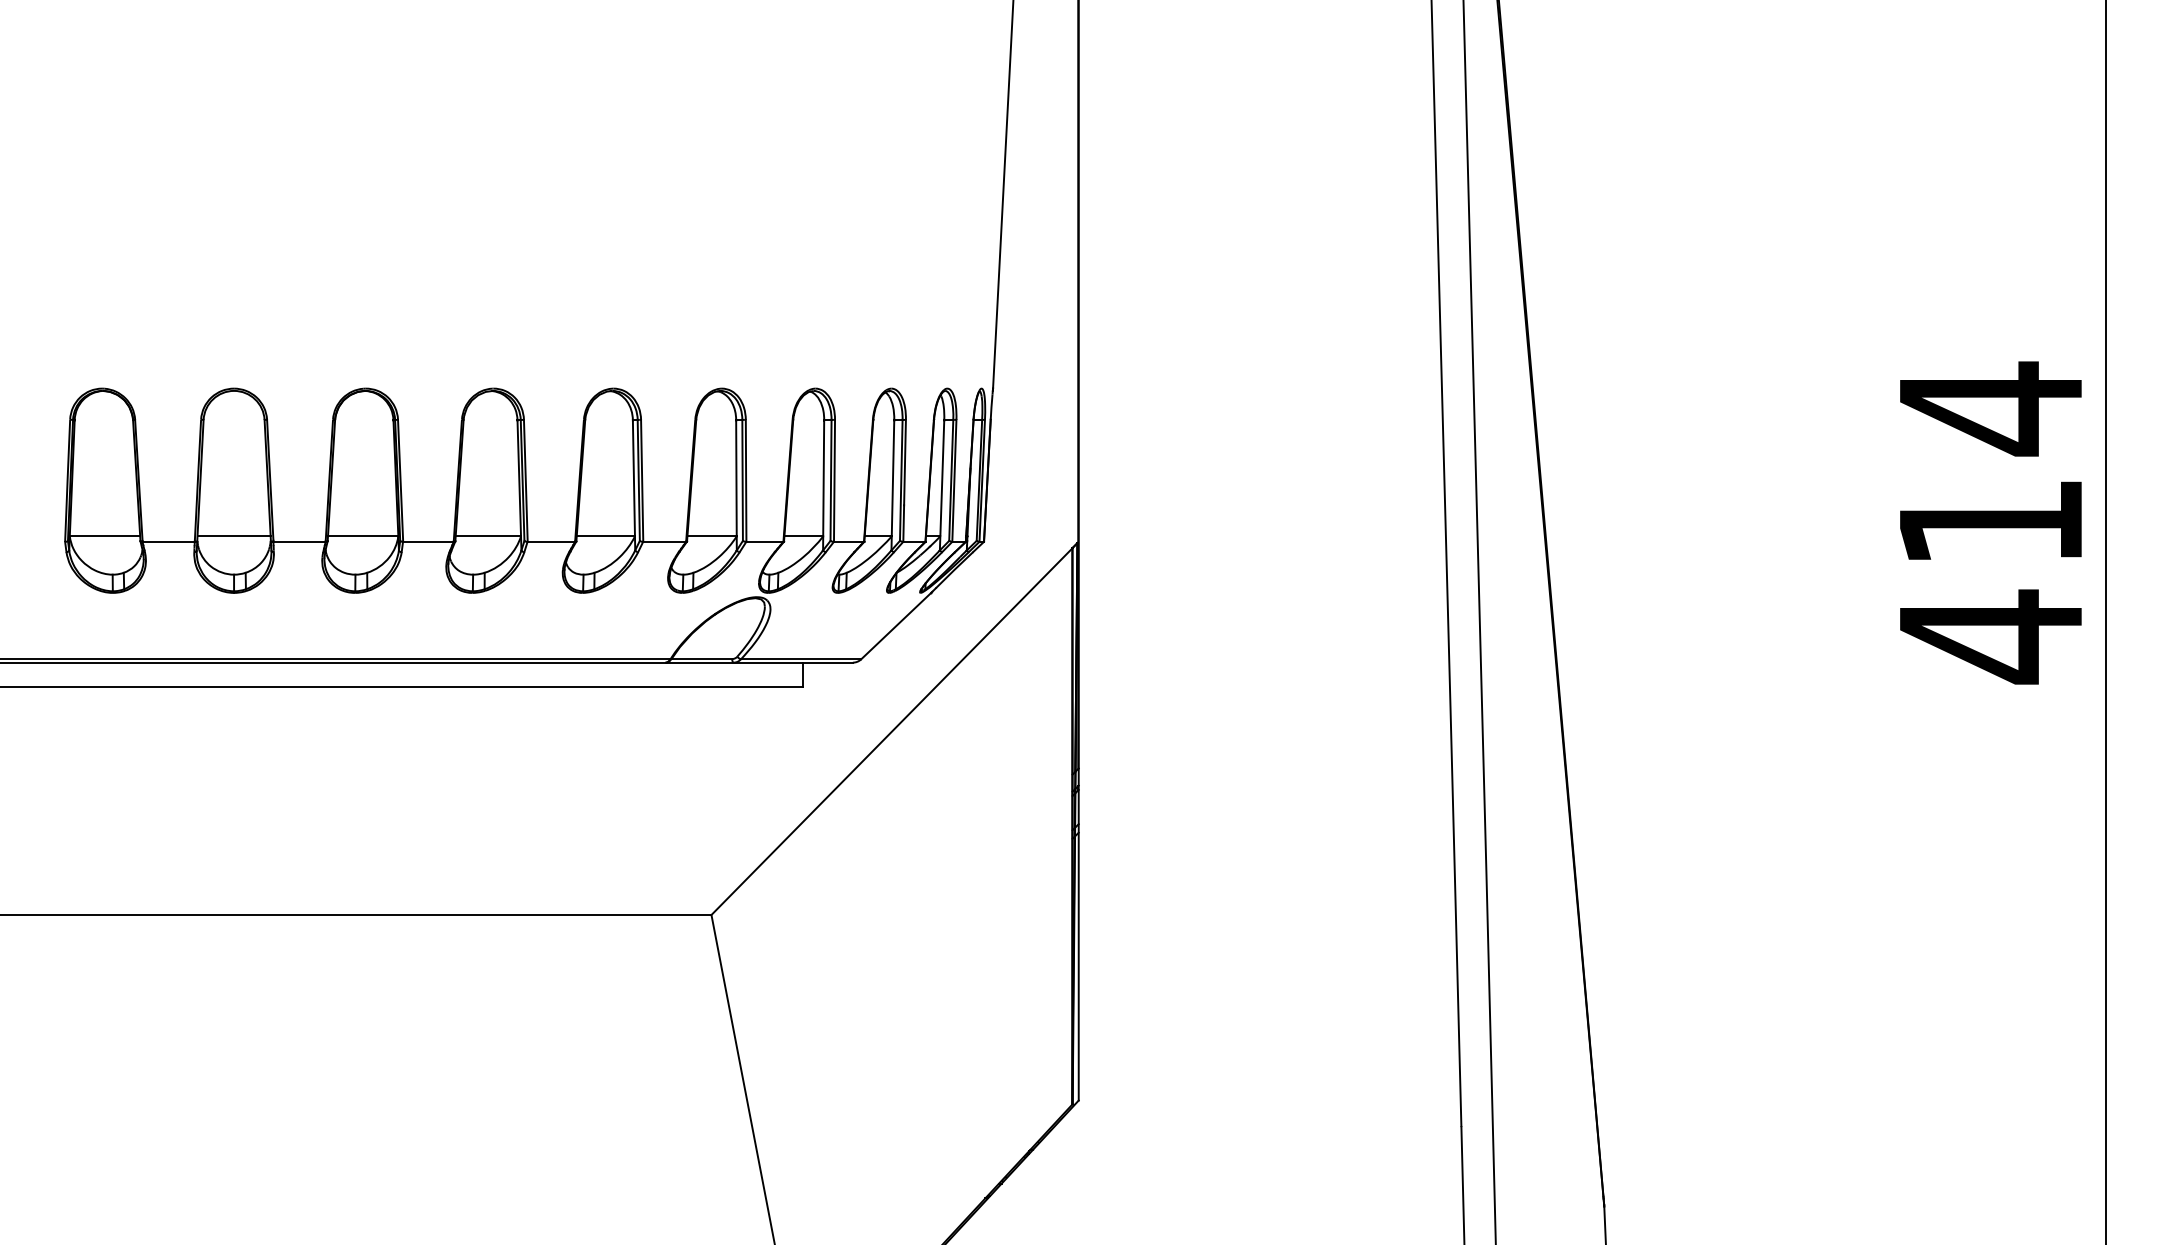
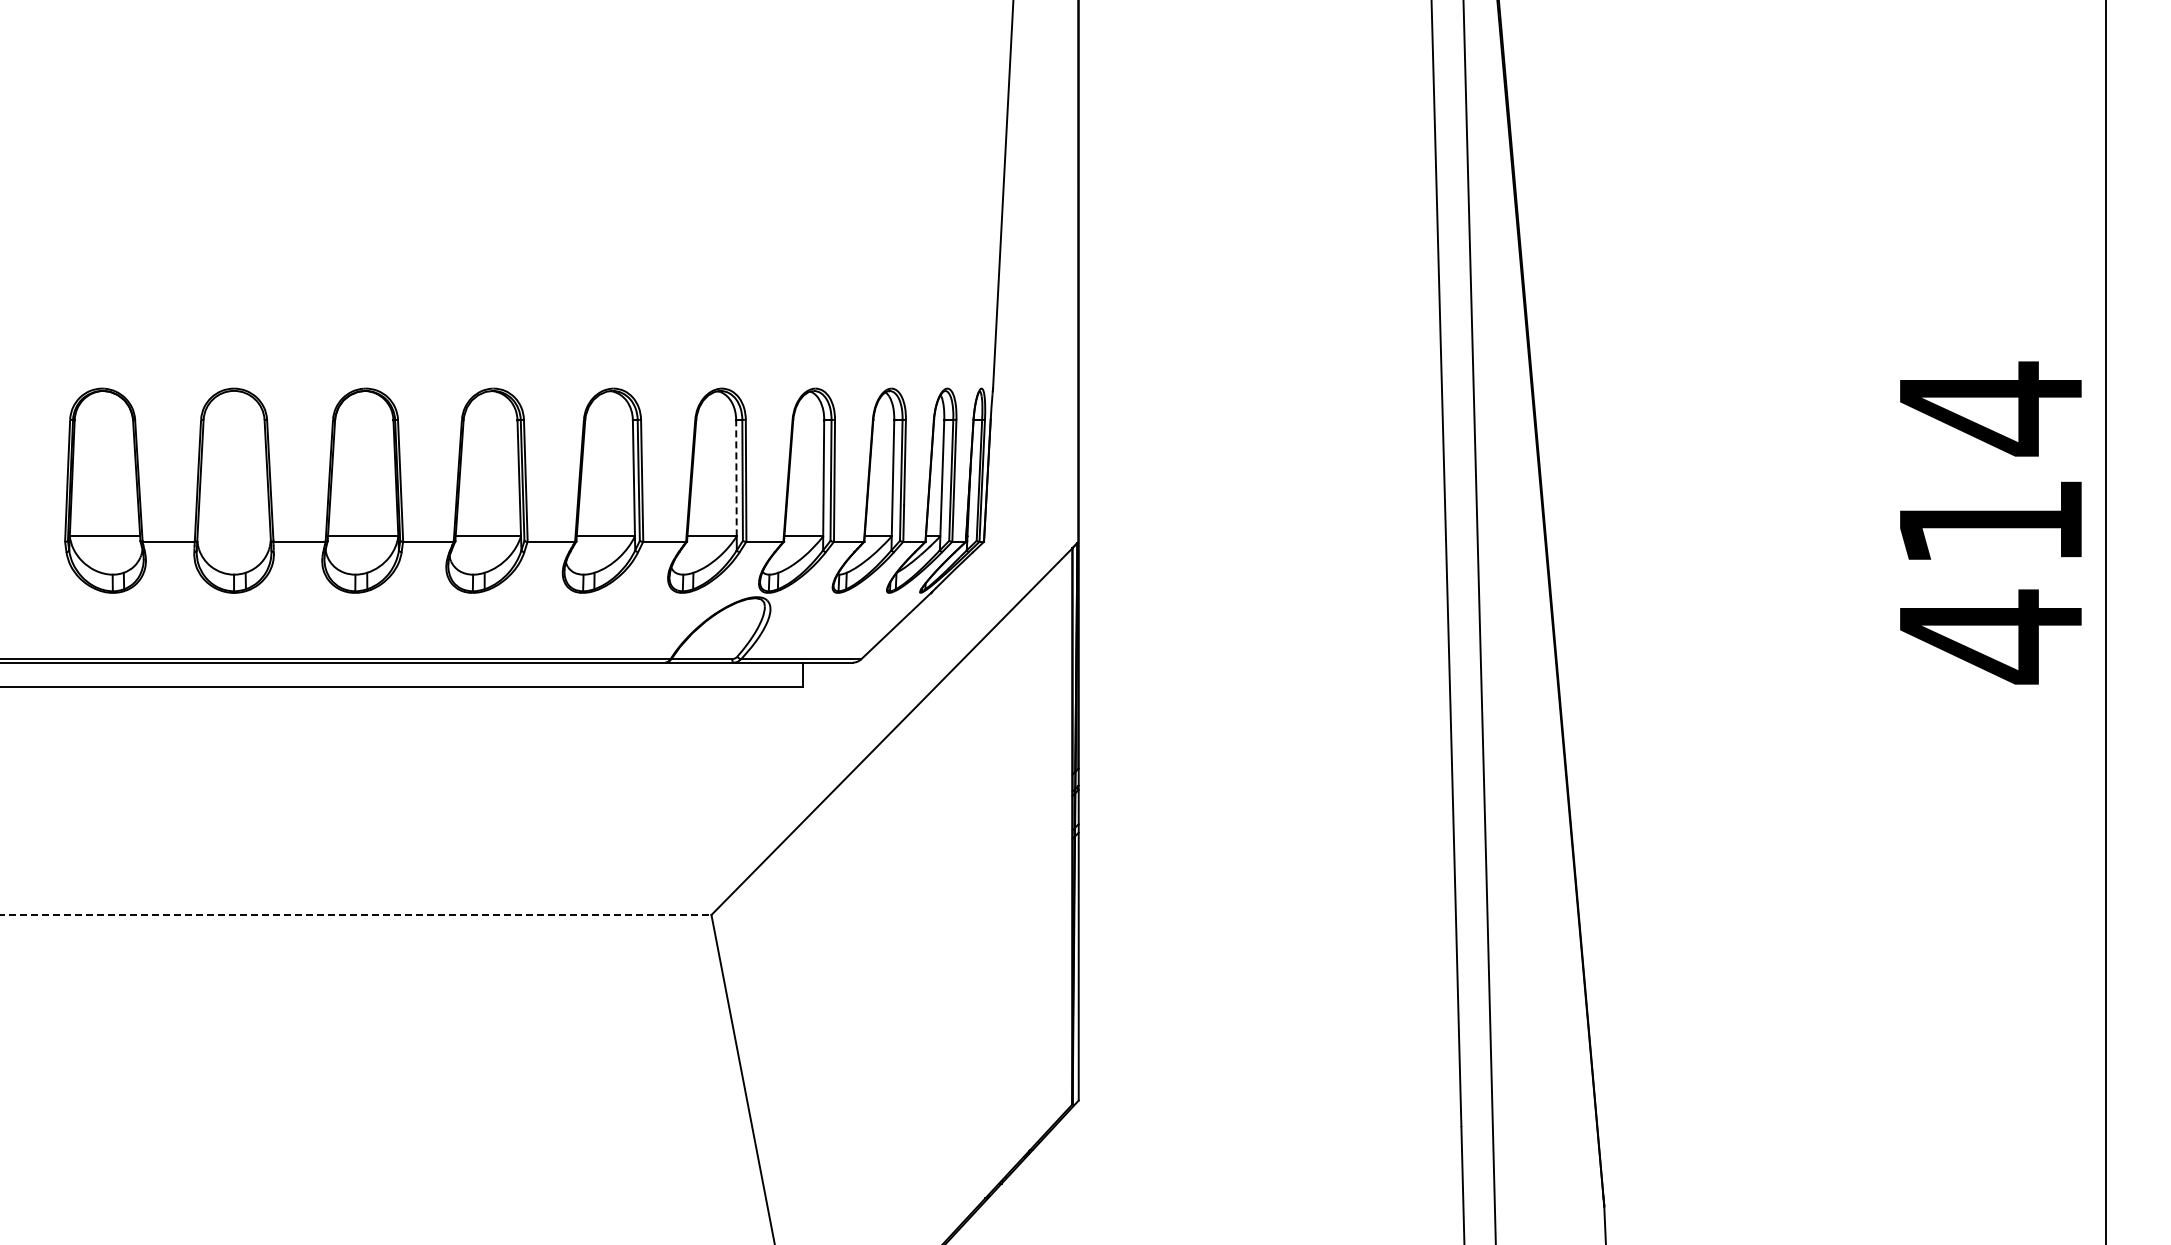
line at (736, 478): solid -> dashed
line at (233, 536): present -> none
line at (355, 915): solid -> dashed
